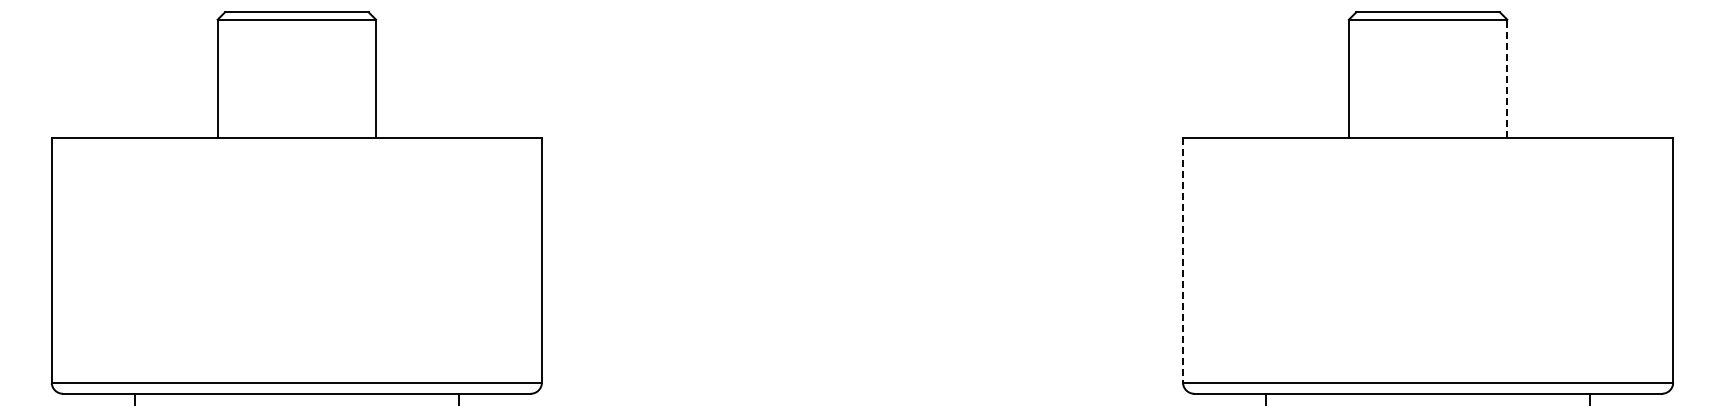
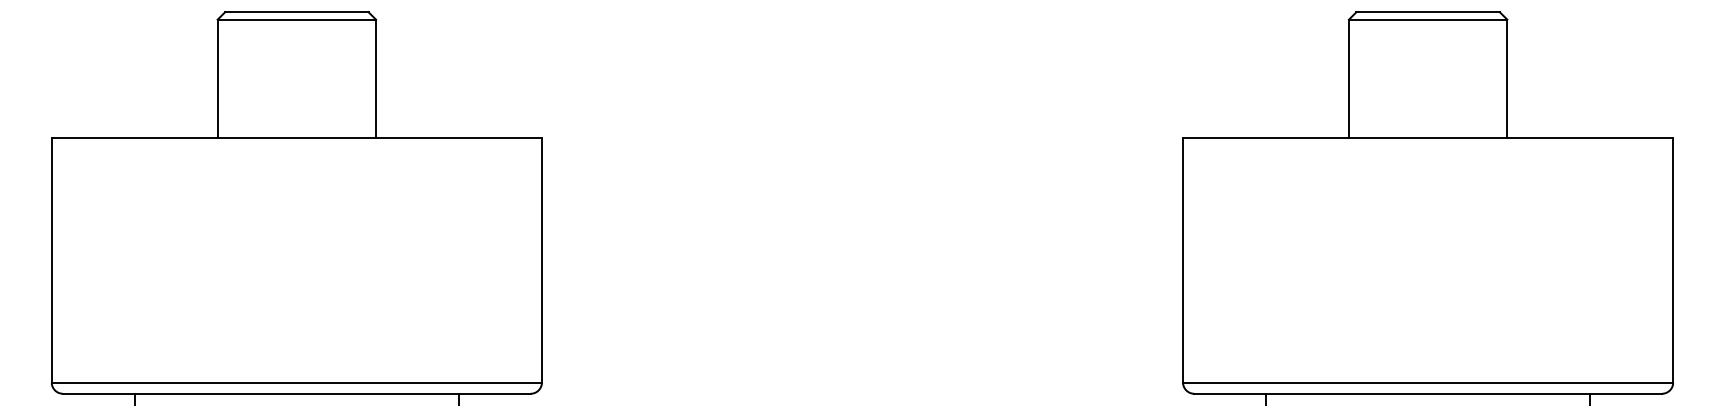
line at (1507, 78): dashed -> solid
line at (1183, 260): dashed -> solid
